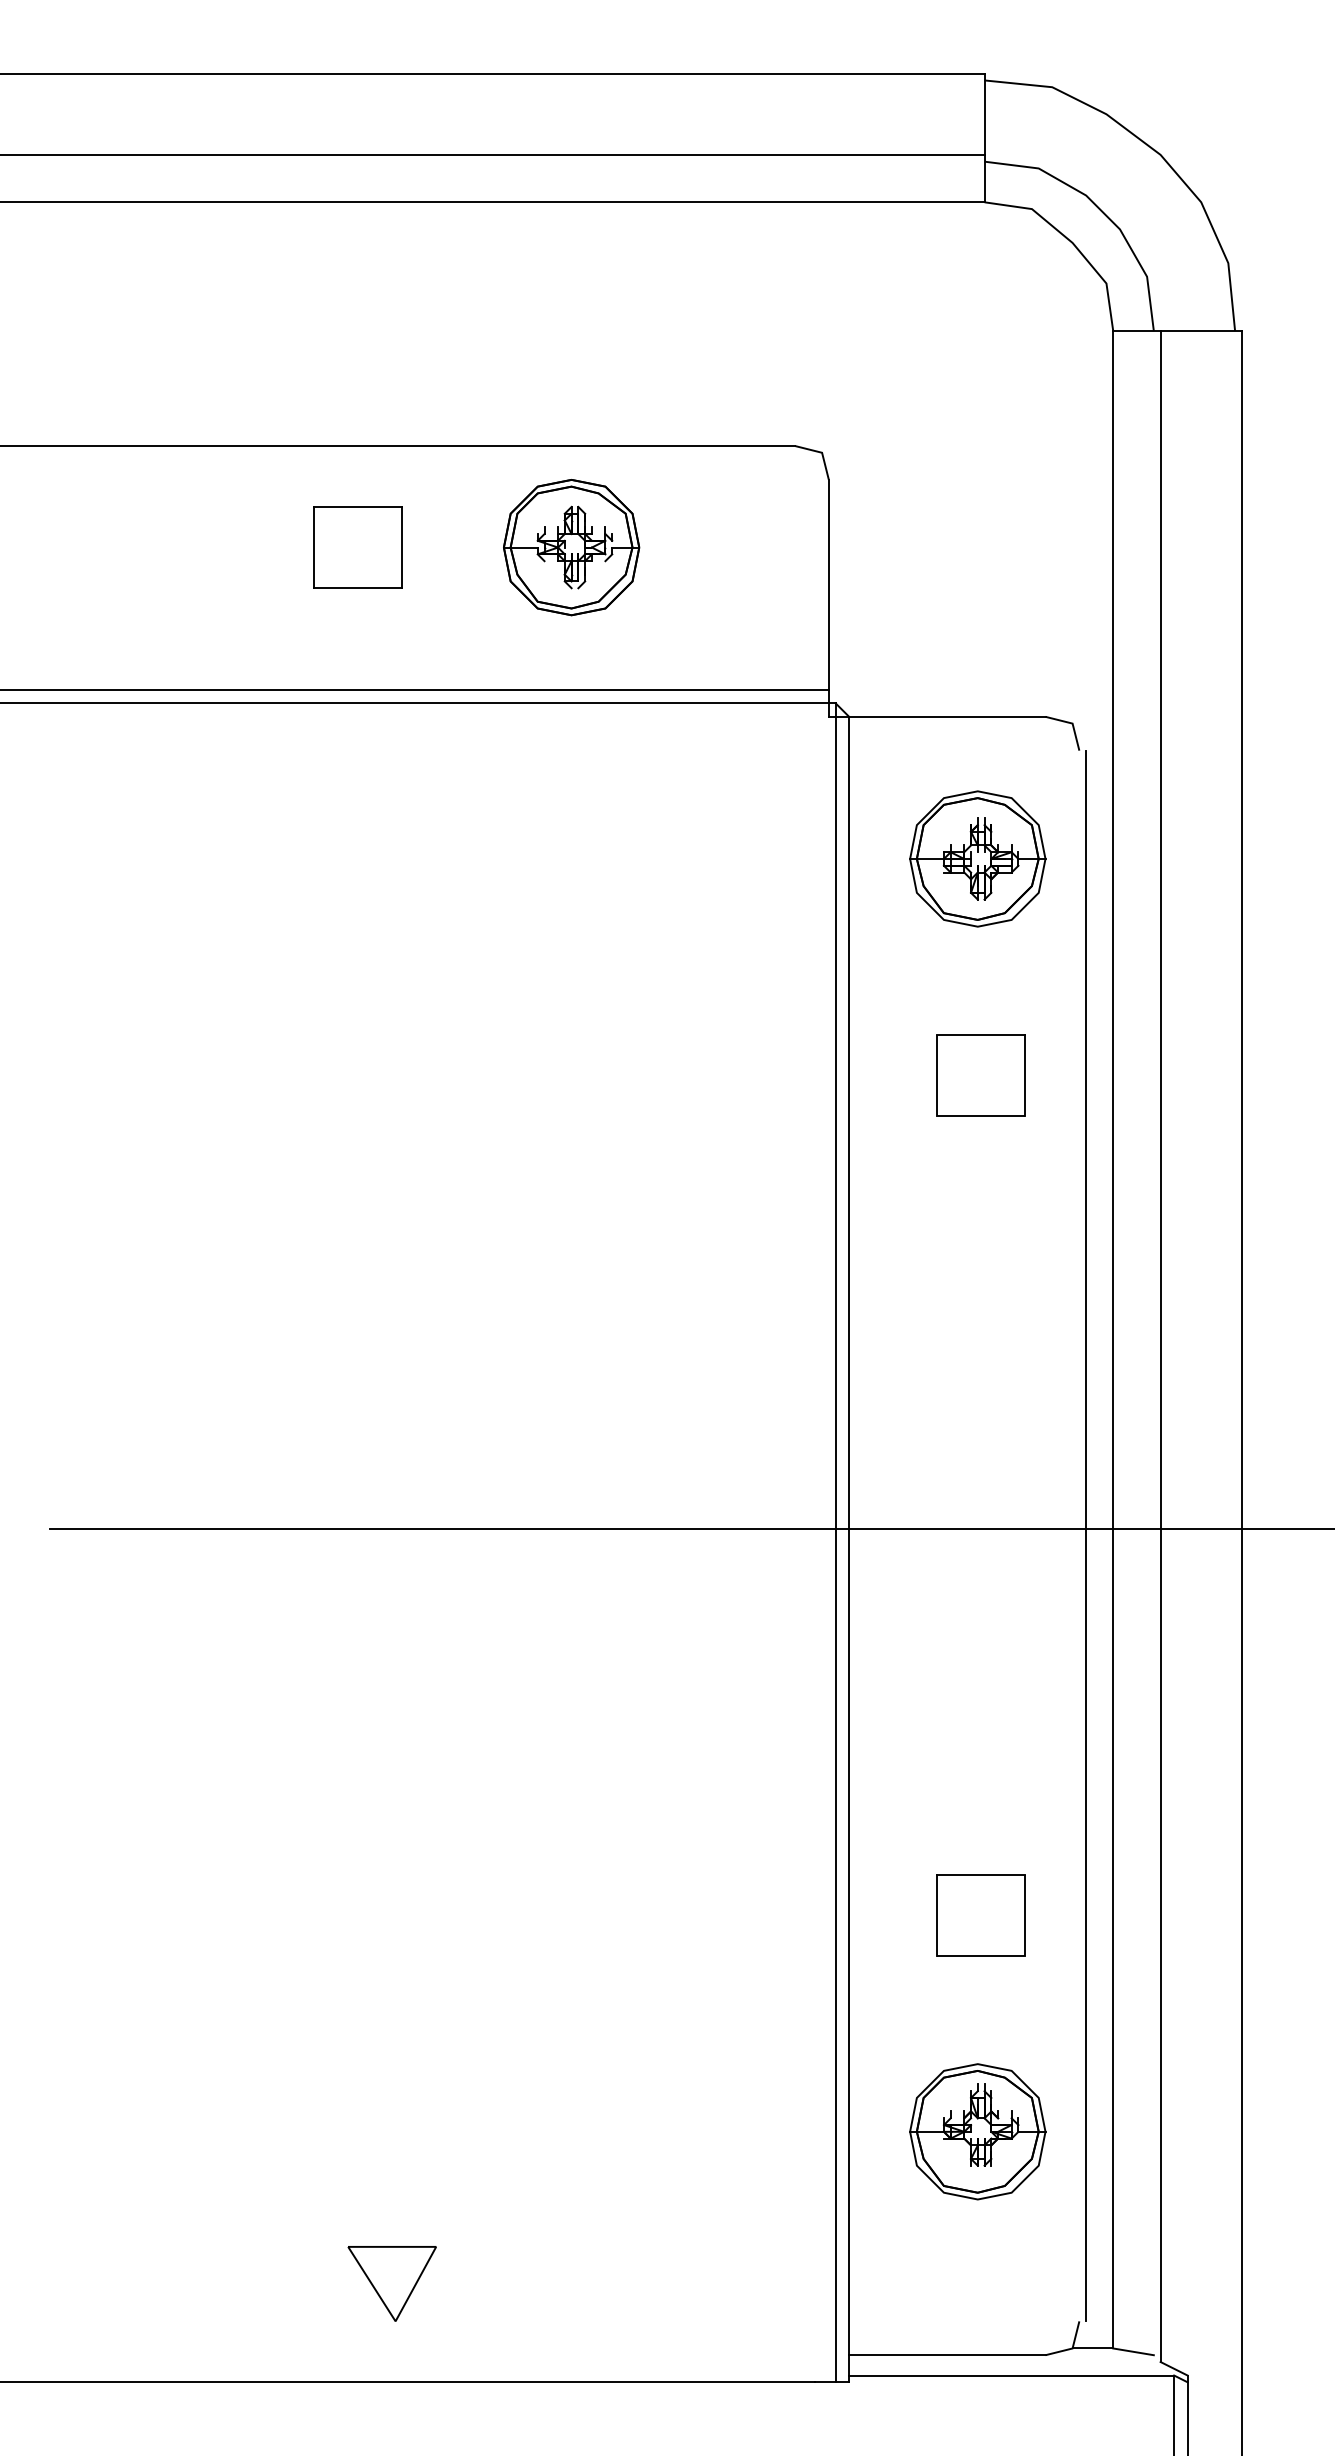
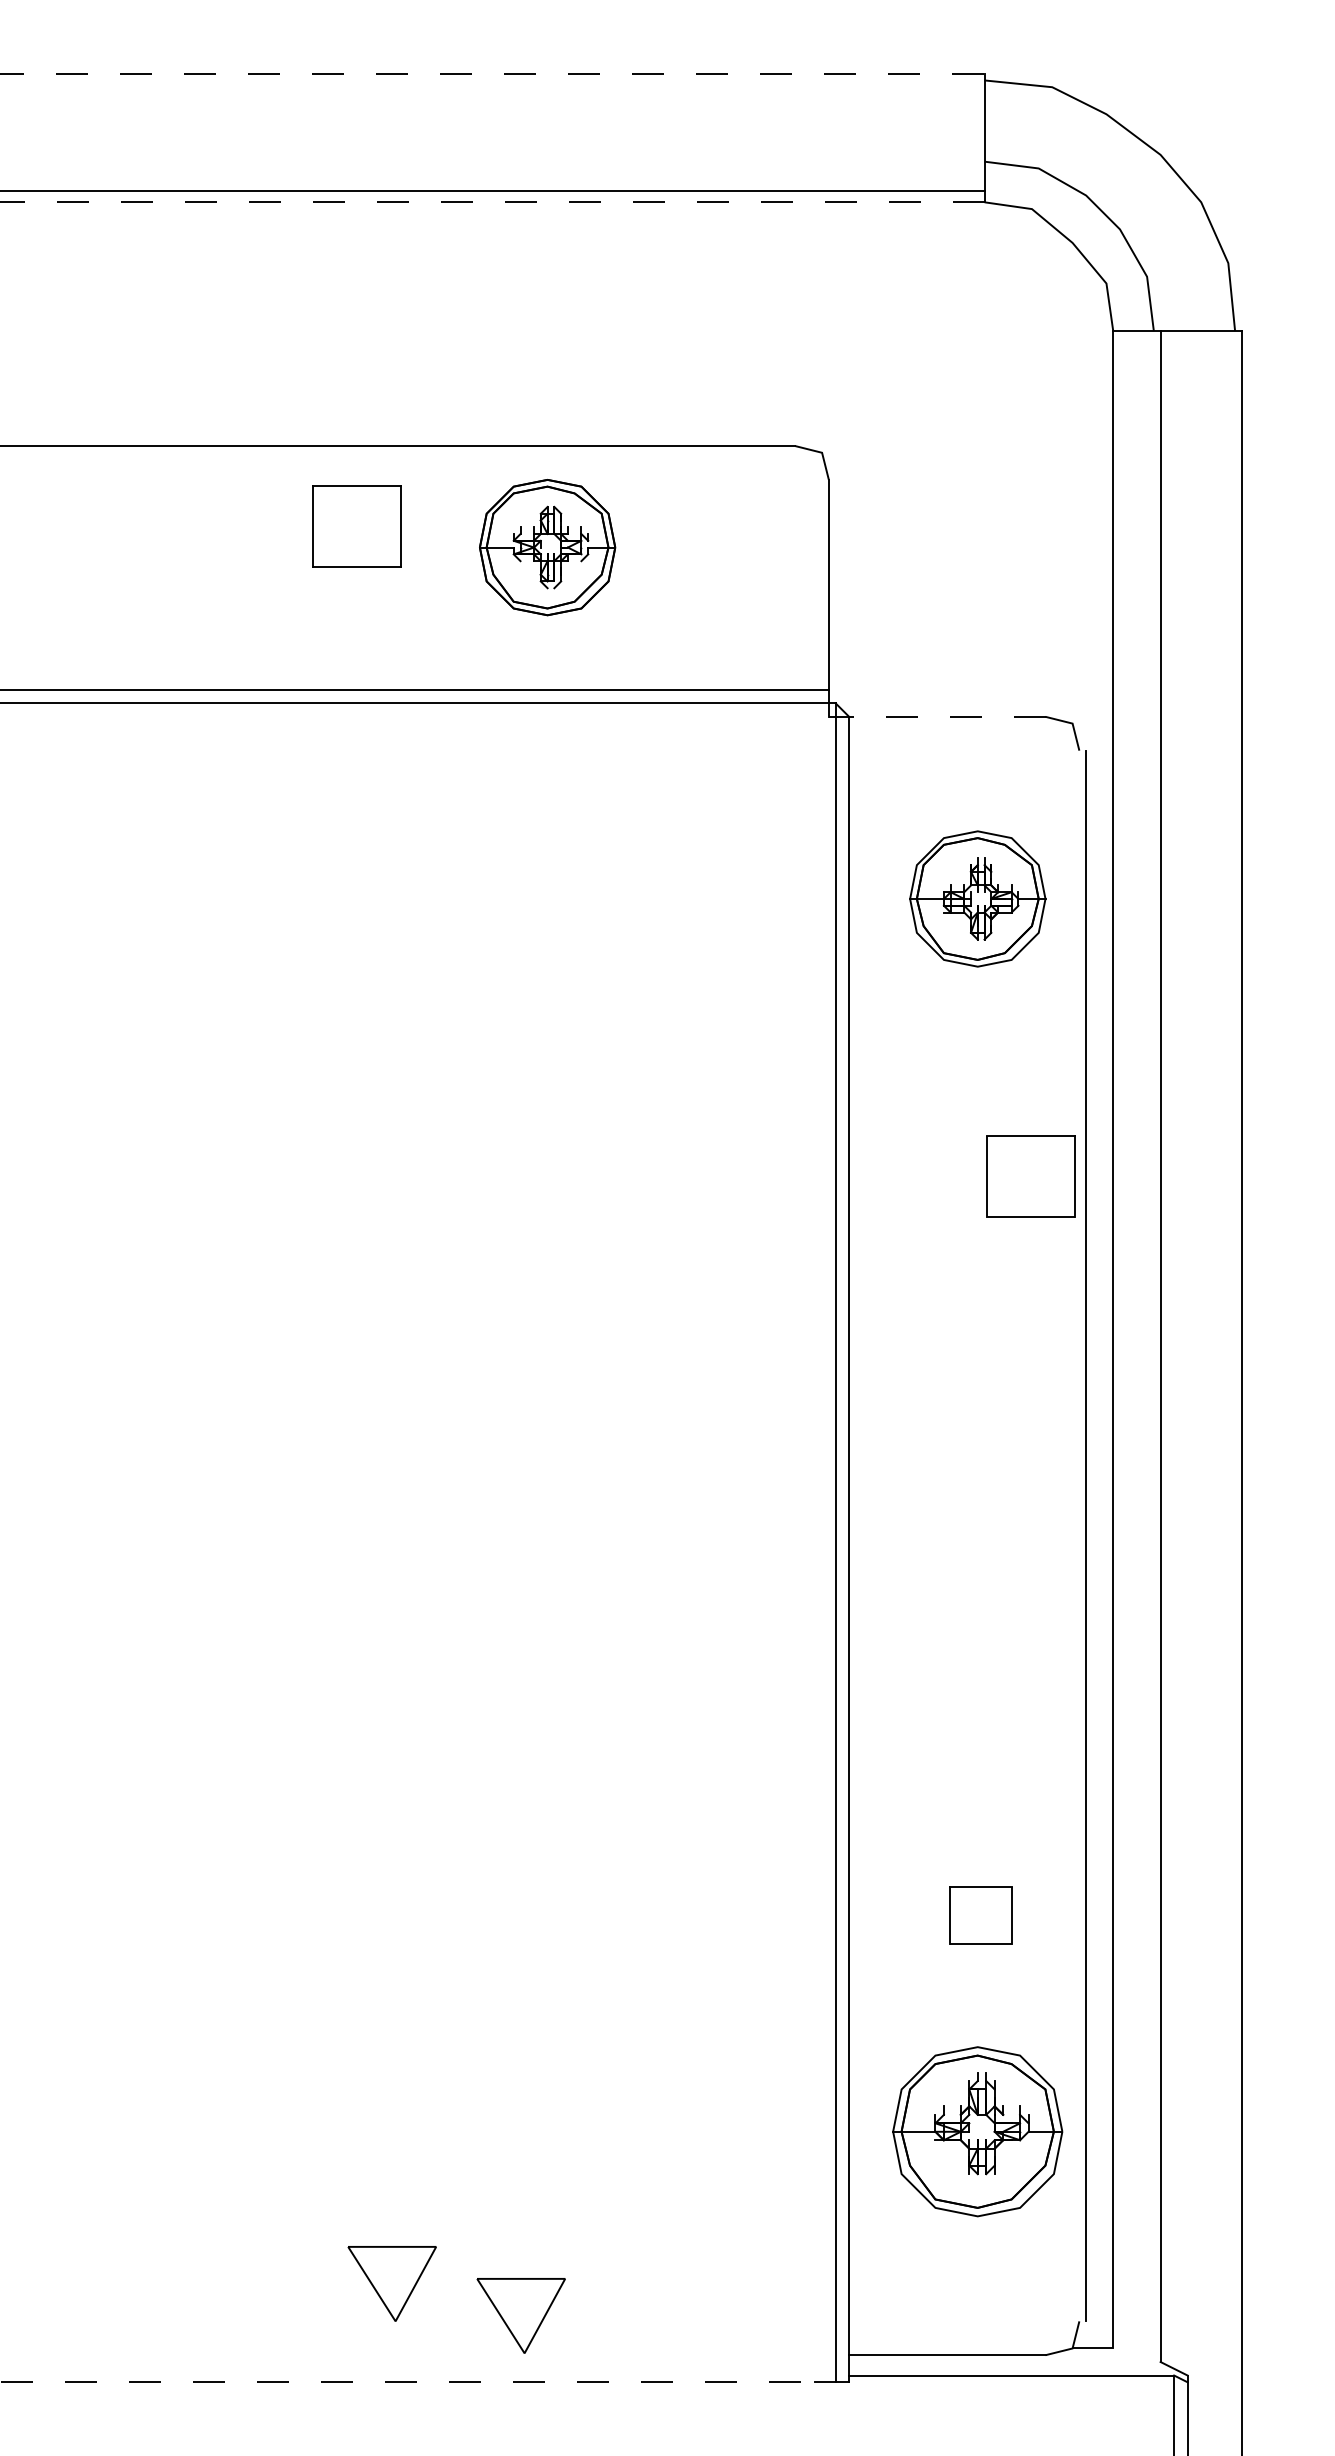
line at (492, 73): solid -> dashed
line at (493, 154) position: (493, 154) -> (493, 190)
line at (492, 202): solid -> dashed
part at (357, 547) position: (357, 547) -> (356, 526)
part at (571, 547) position: (571, 547) -> (547, 547)
line at (936, 716): solid -> dashed
part at (977, 858) position: (977, 858) -> (977, 898)
part at (980, 1075) position: (980, 1075) -> (1030, 1176)
line at (690, 1529): present -> none
part at (980, 1915) size: 90x83 px -> 64x59 px
part at (977, 2131) size: 138x138 px -> 172x172 px
part at (520, 2315): none -> present
line at (1133, 2351): present -> none
line at (408, 2382): solid -> dashed
